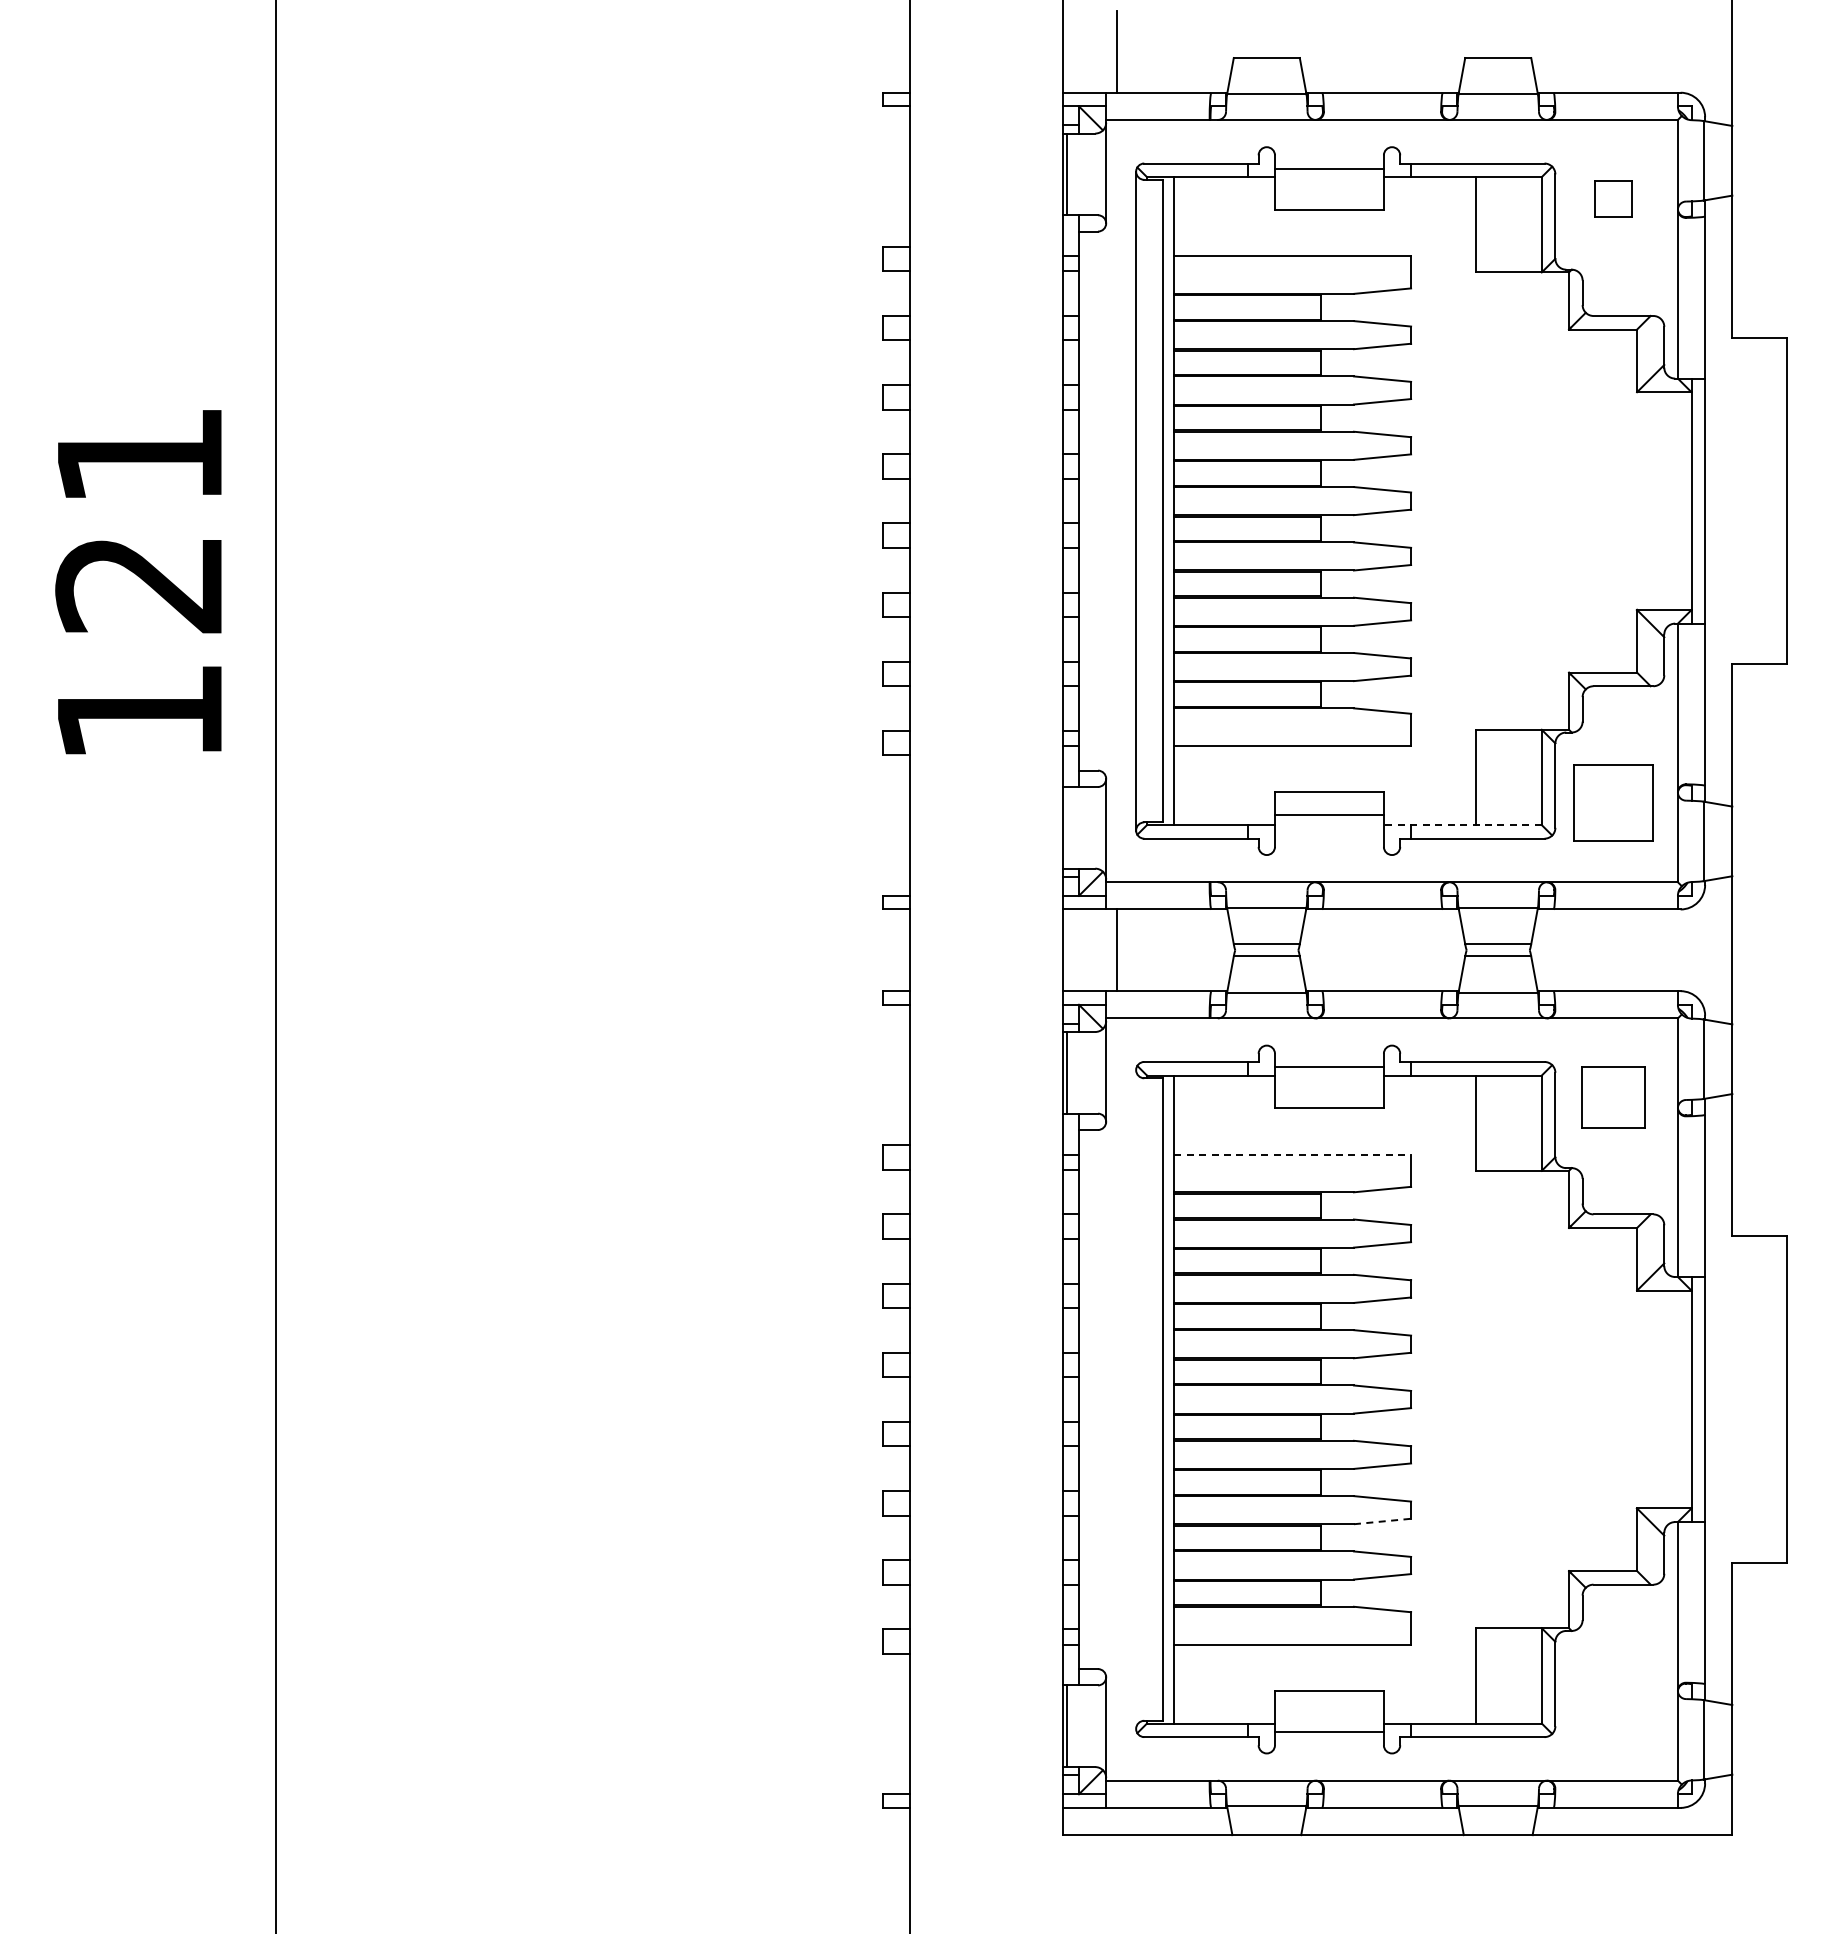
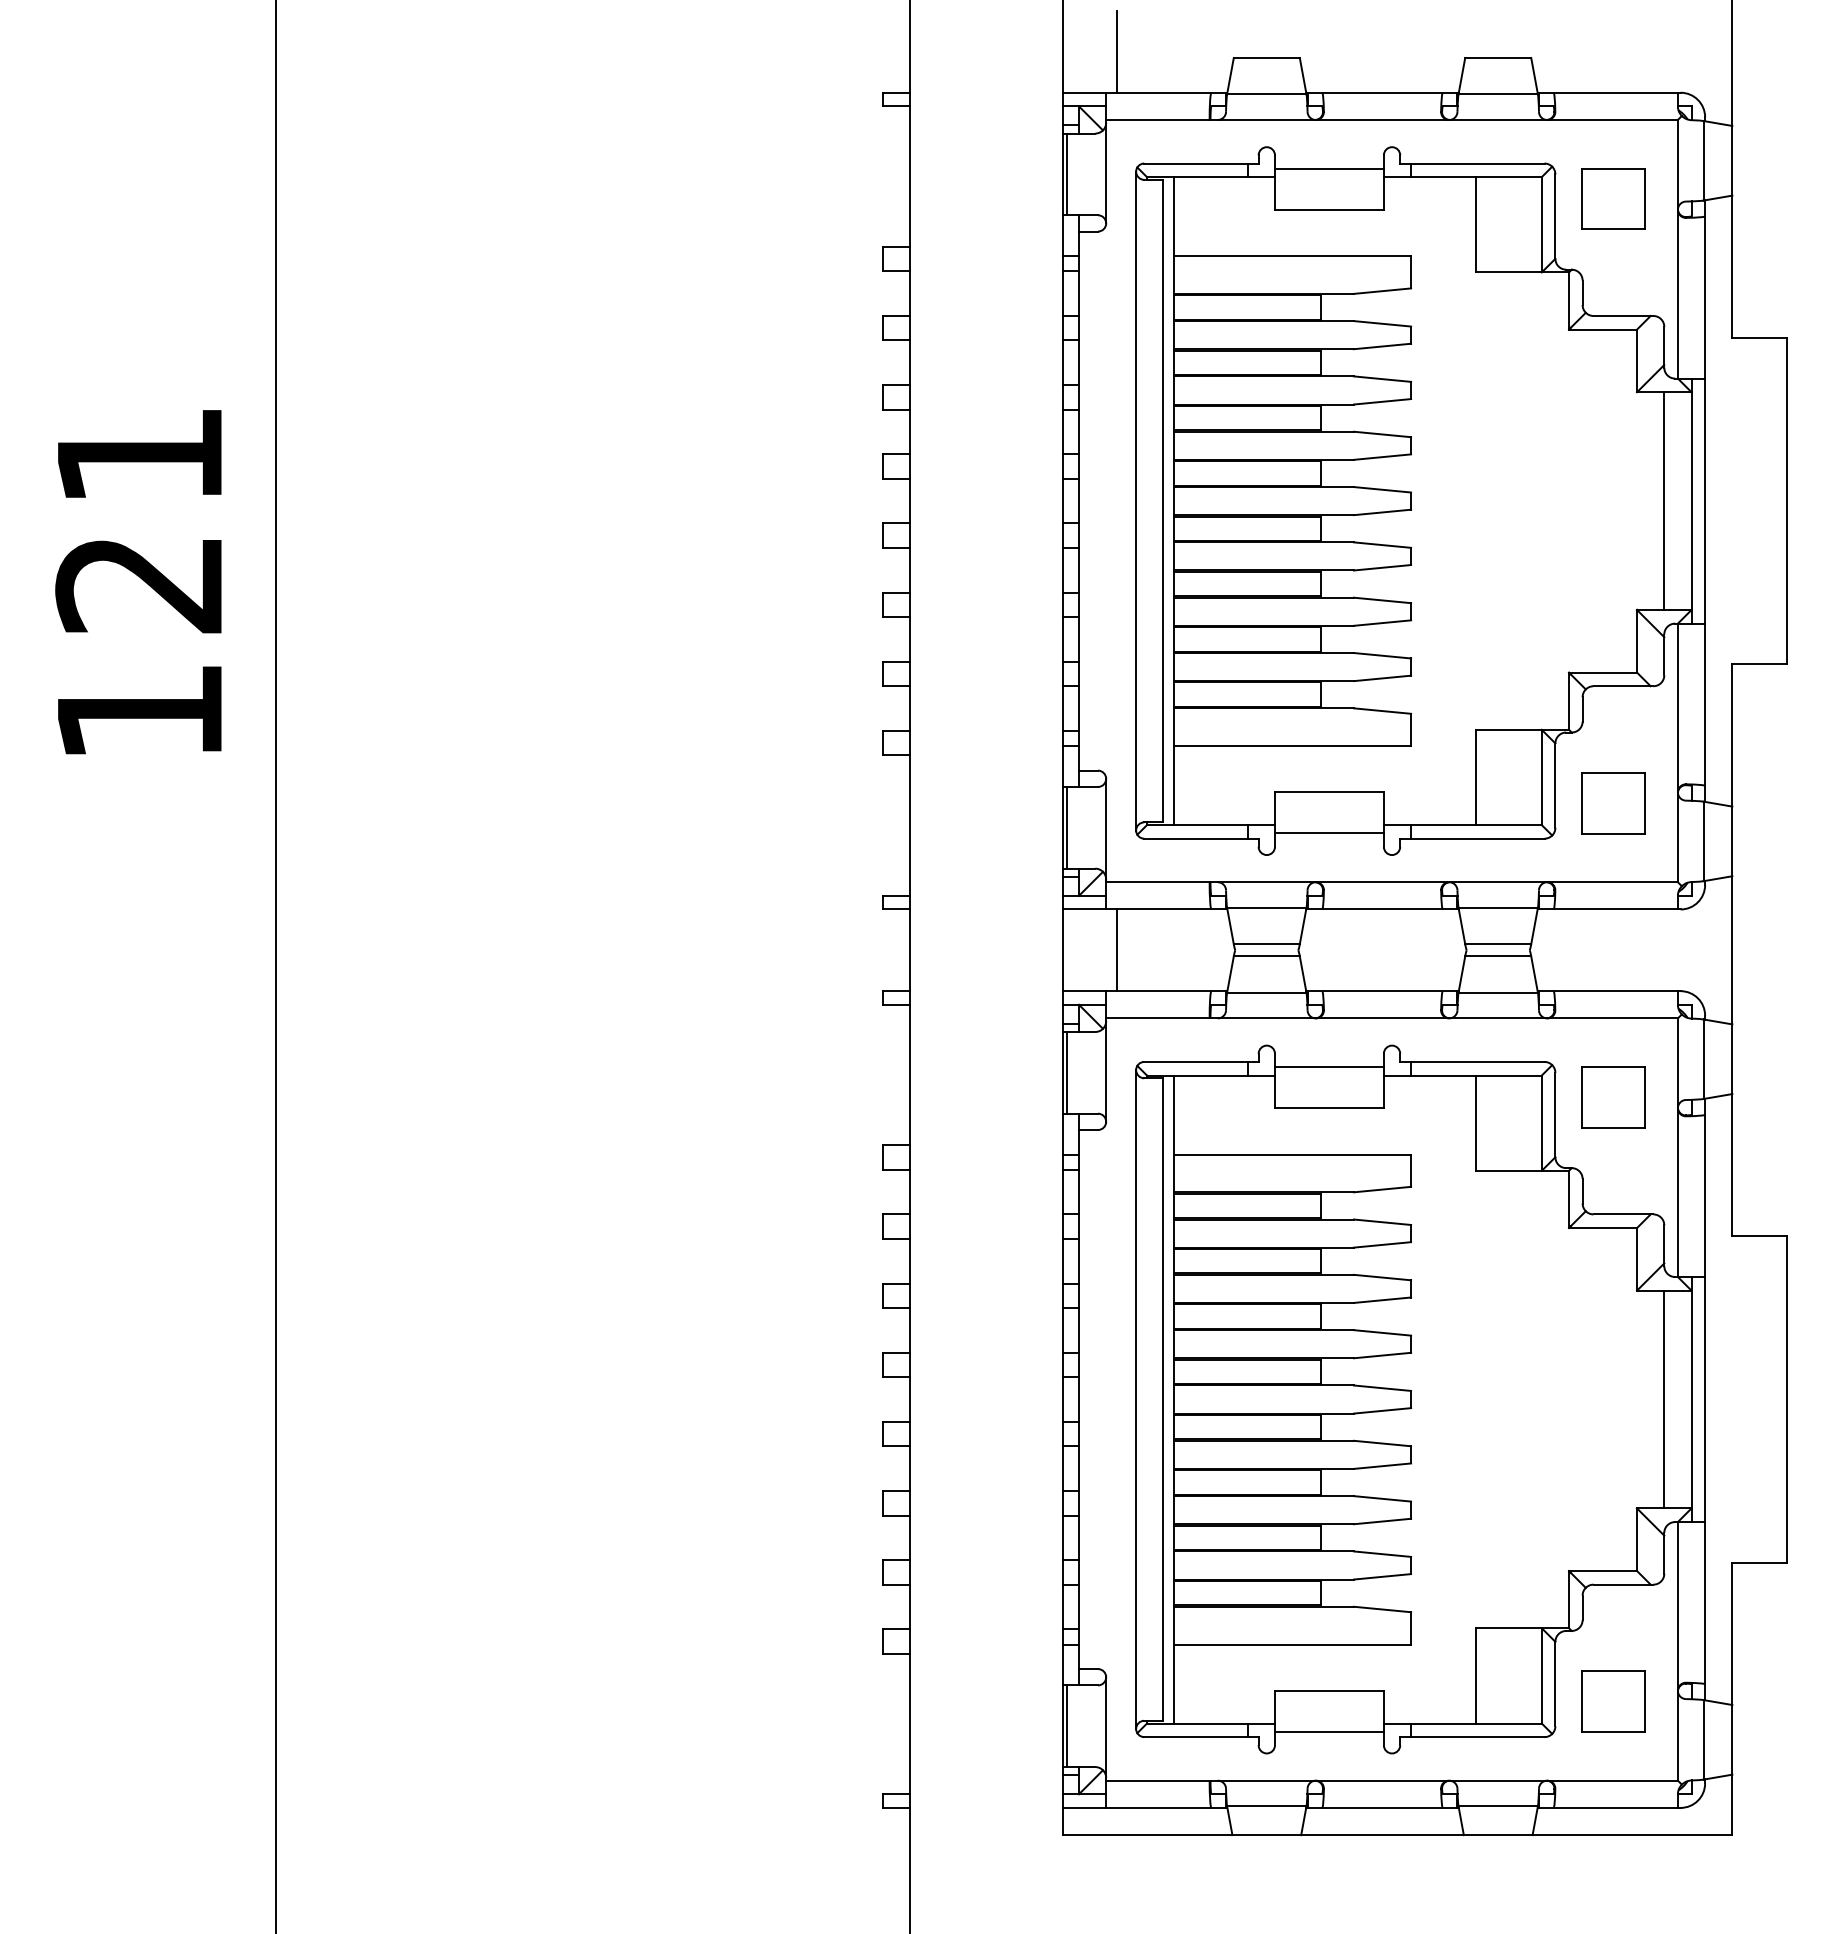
part at (1613, 198) size: 39x38 px -> 65x62 px
line at (1664, 501): none -> present
part at (1613, 802) size: 81x78 px -> 65x63 px
line at (1328, 815) position: (1328, 815) -> (1328, 833)
line at (1462, 825): dashed -> solid
line at (1066, 827): none -> present
line at (1293, 1154): dashed -> solid
line at (1136, 1399): none -> present
line at (1664, 1399): none -> present
line at (1382, 1521): dashed -> solid
part at (1613, 1701): none -> present
